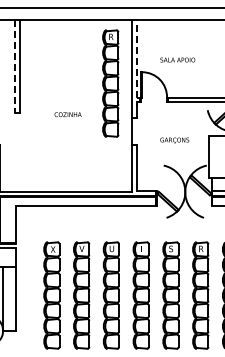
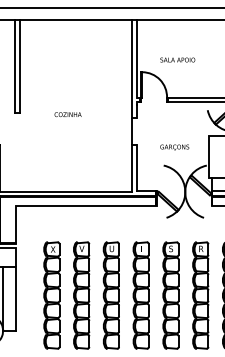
line at (136, 58): dashed -> solid
line at (15, 67): dashed -> solid
part at (110, 83): present -> none
text at (174, 140) position: (174, 140) -> (174, 147)
